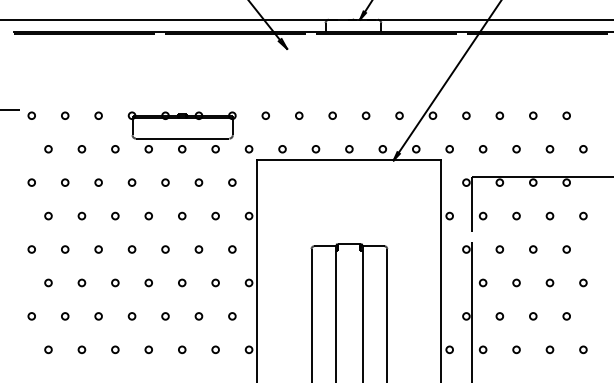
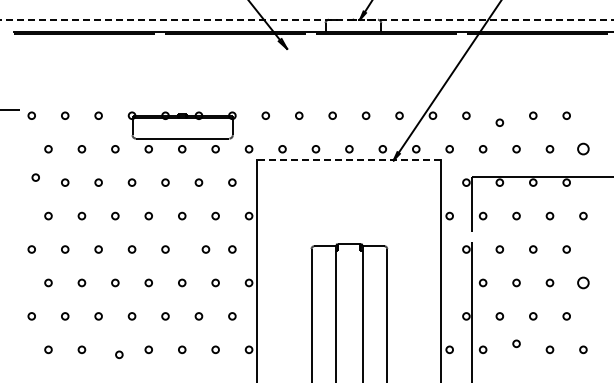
line at (306, 19): solid -> dashed
circle at (499, 115) position: (499, 115) -> (499, 122)
circle at (583, 149) size: 9x9 px -> 13x14 px
line at (349, 160): solid -> dashed
circle at (31, 182) position: (31, 182) -> (35, 177)
circle at (198, 249) position: (198, 249) -> (205, 249)
circle at (583, 282) size: 9x10 px -> 13x14 px
circle at (115, 349) position: (115, 349) -> (119, 354)
circle at (516, 349) position: (516, 349) -> (516, 343)
